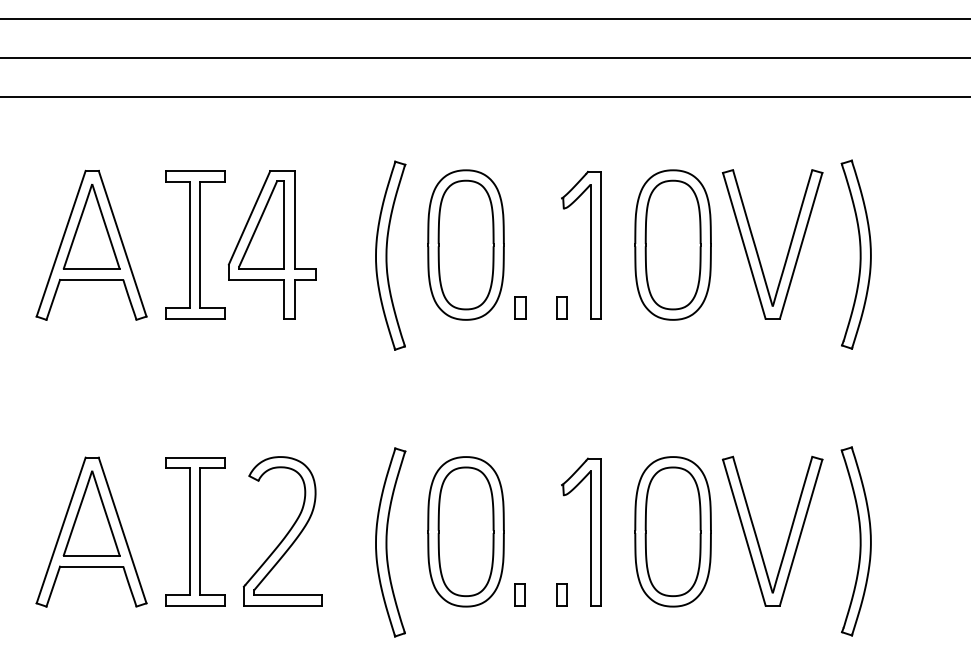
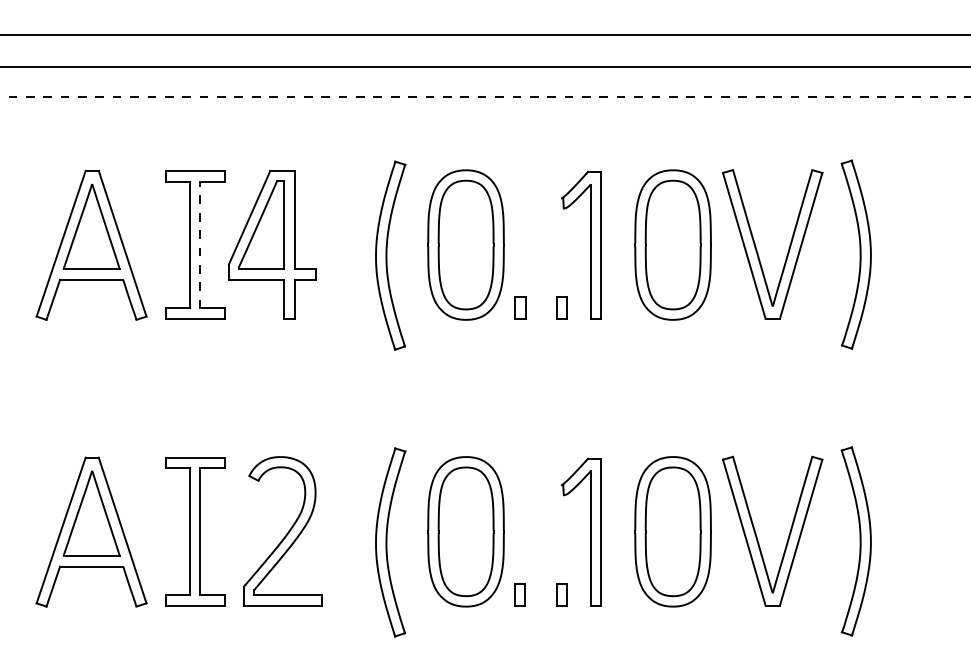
line at (484, 19) position: (484, 19) -> (484, 35)
line at (484, 58) position: (484, 58) -> (484, 67)
line at (485, 97): solid -> dashed
line at (200, 244): solid -> dashed
